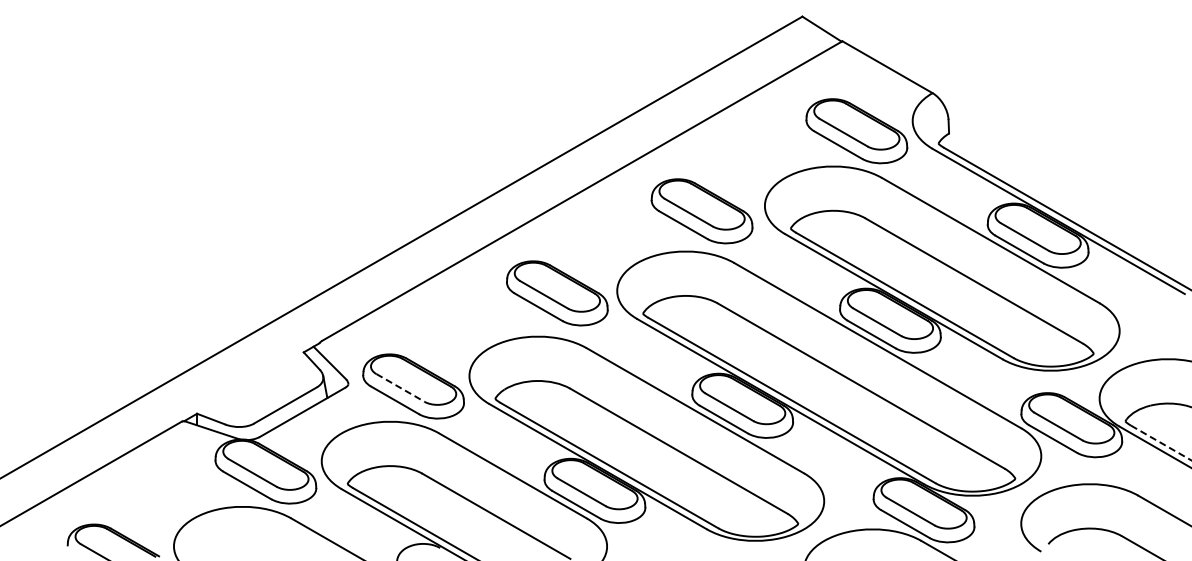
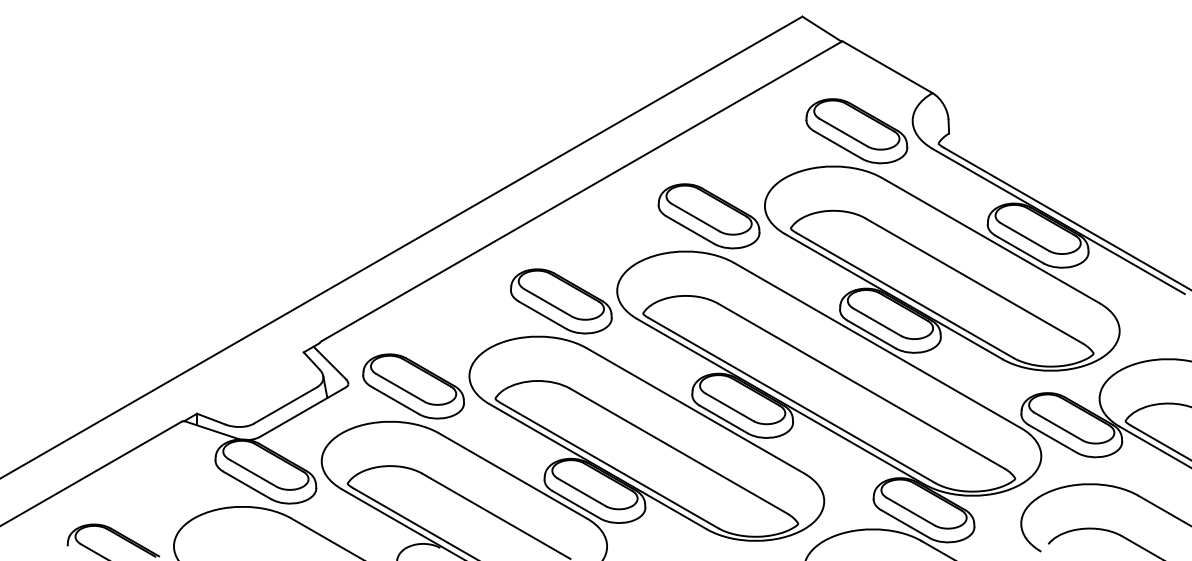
part at (701, 211) position: (701, 211) -> (708, 216)
part at (557, 293) position: (557, 293) -> (561, 301)
line at (400, 387): dashed -> solid
line at (1161, 443): dashed -> solid
